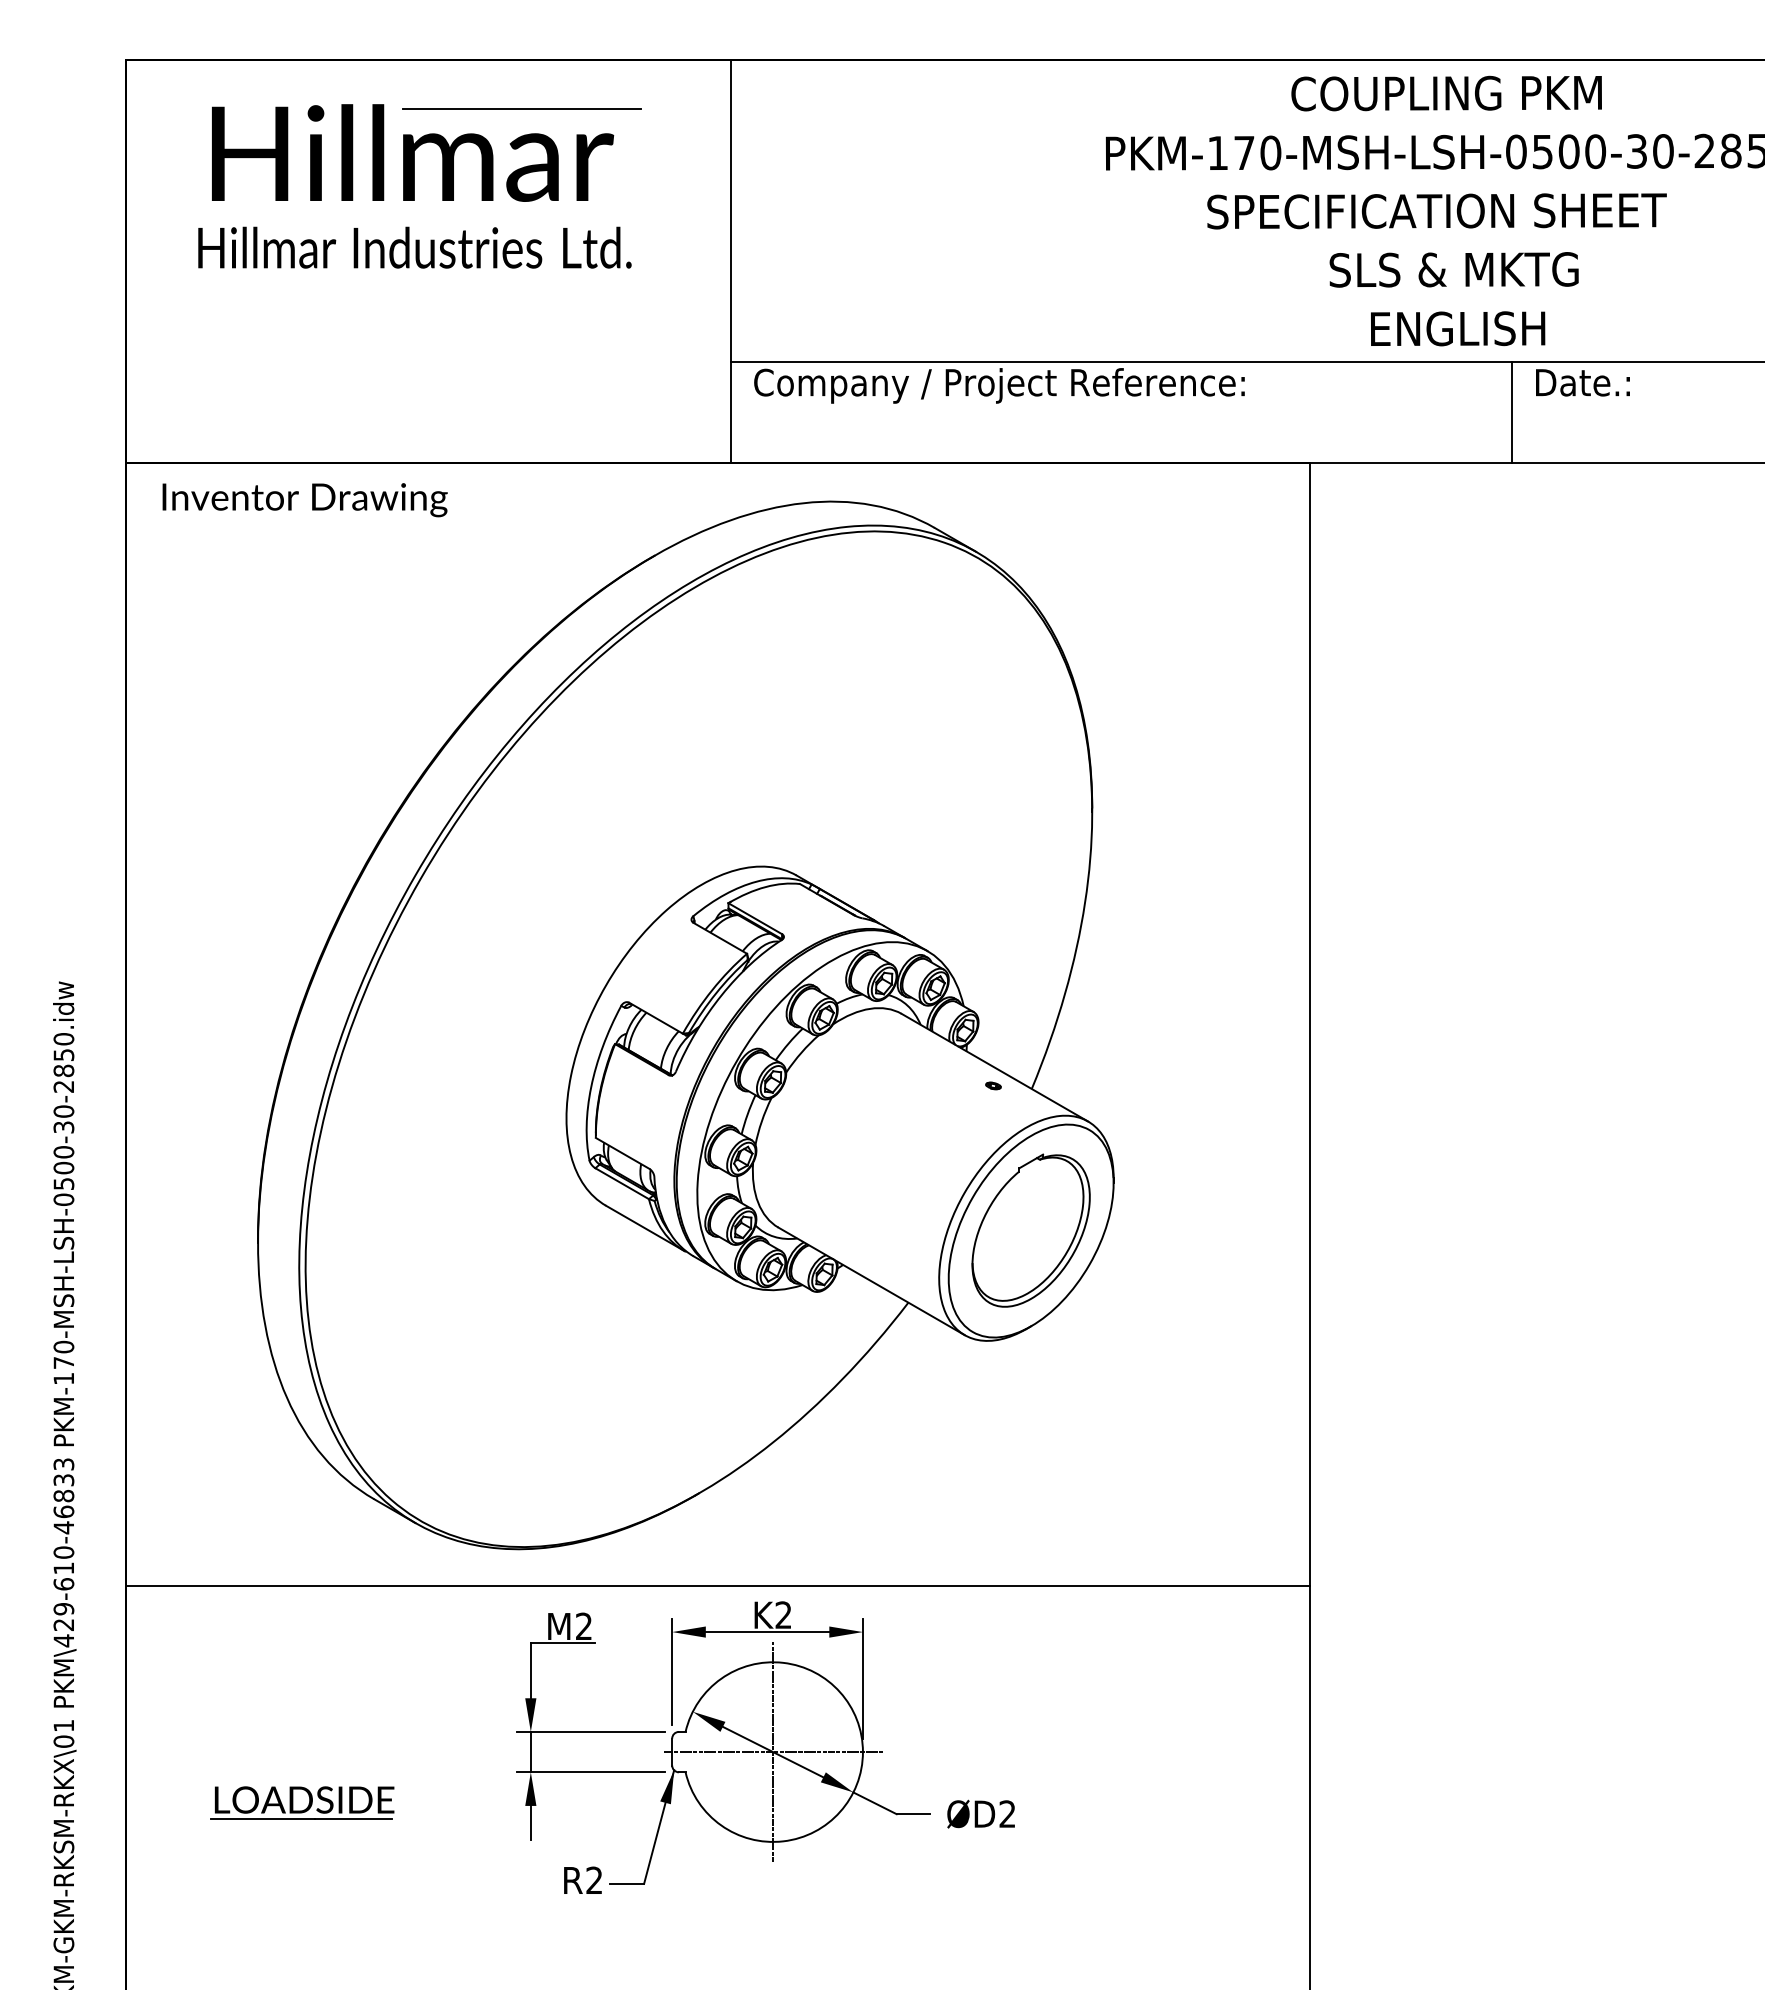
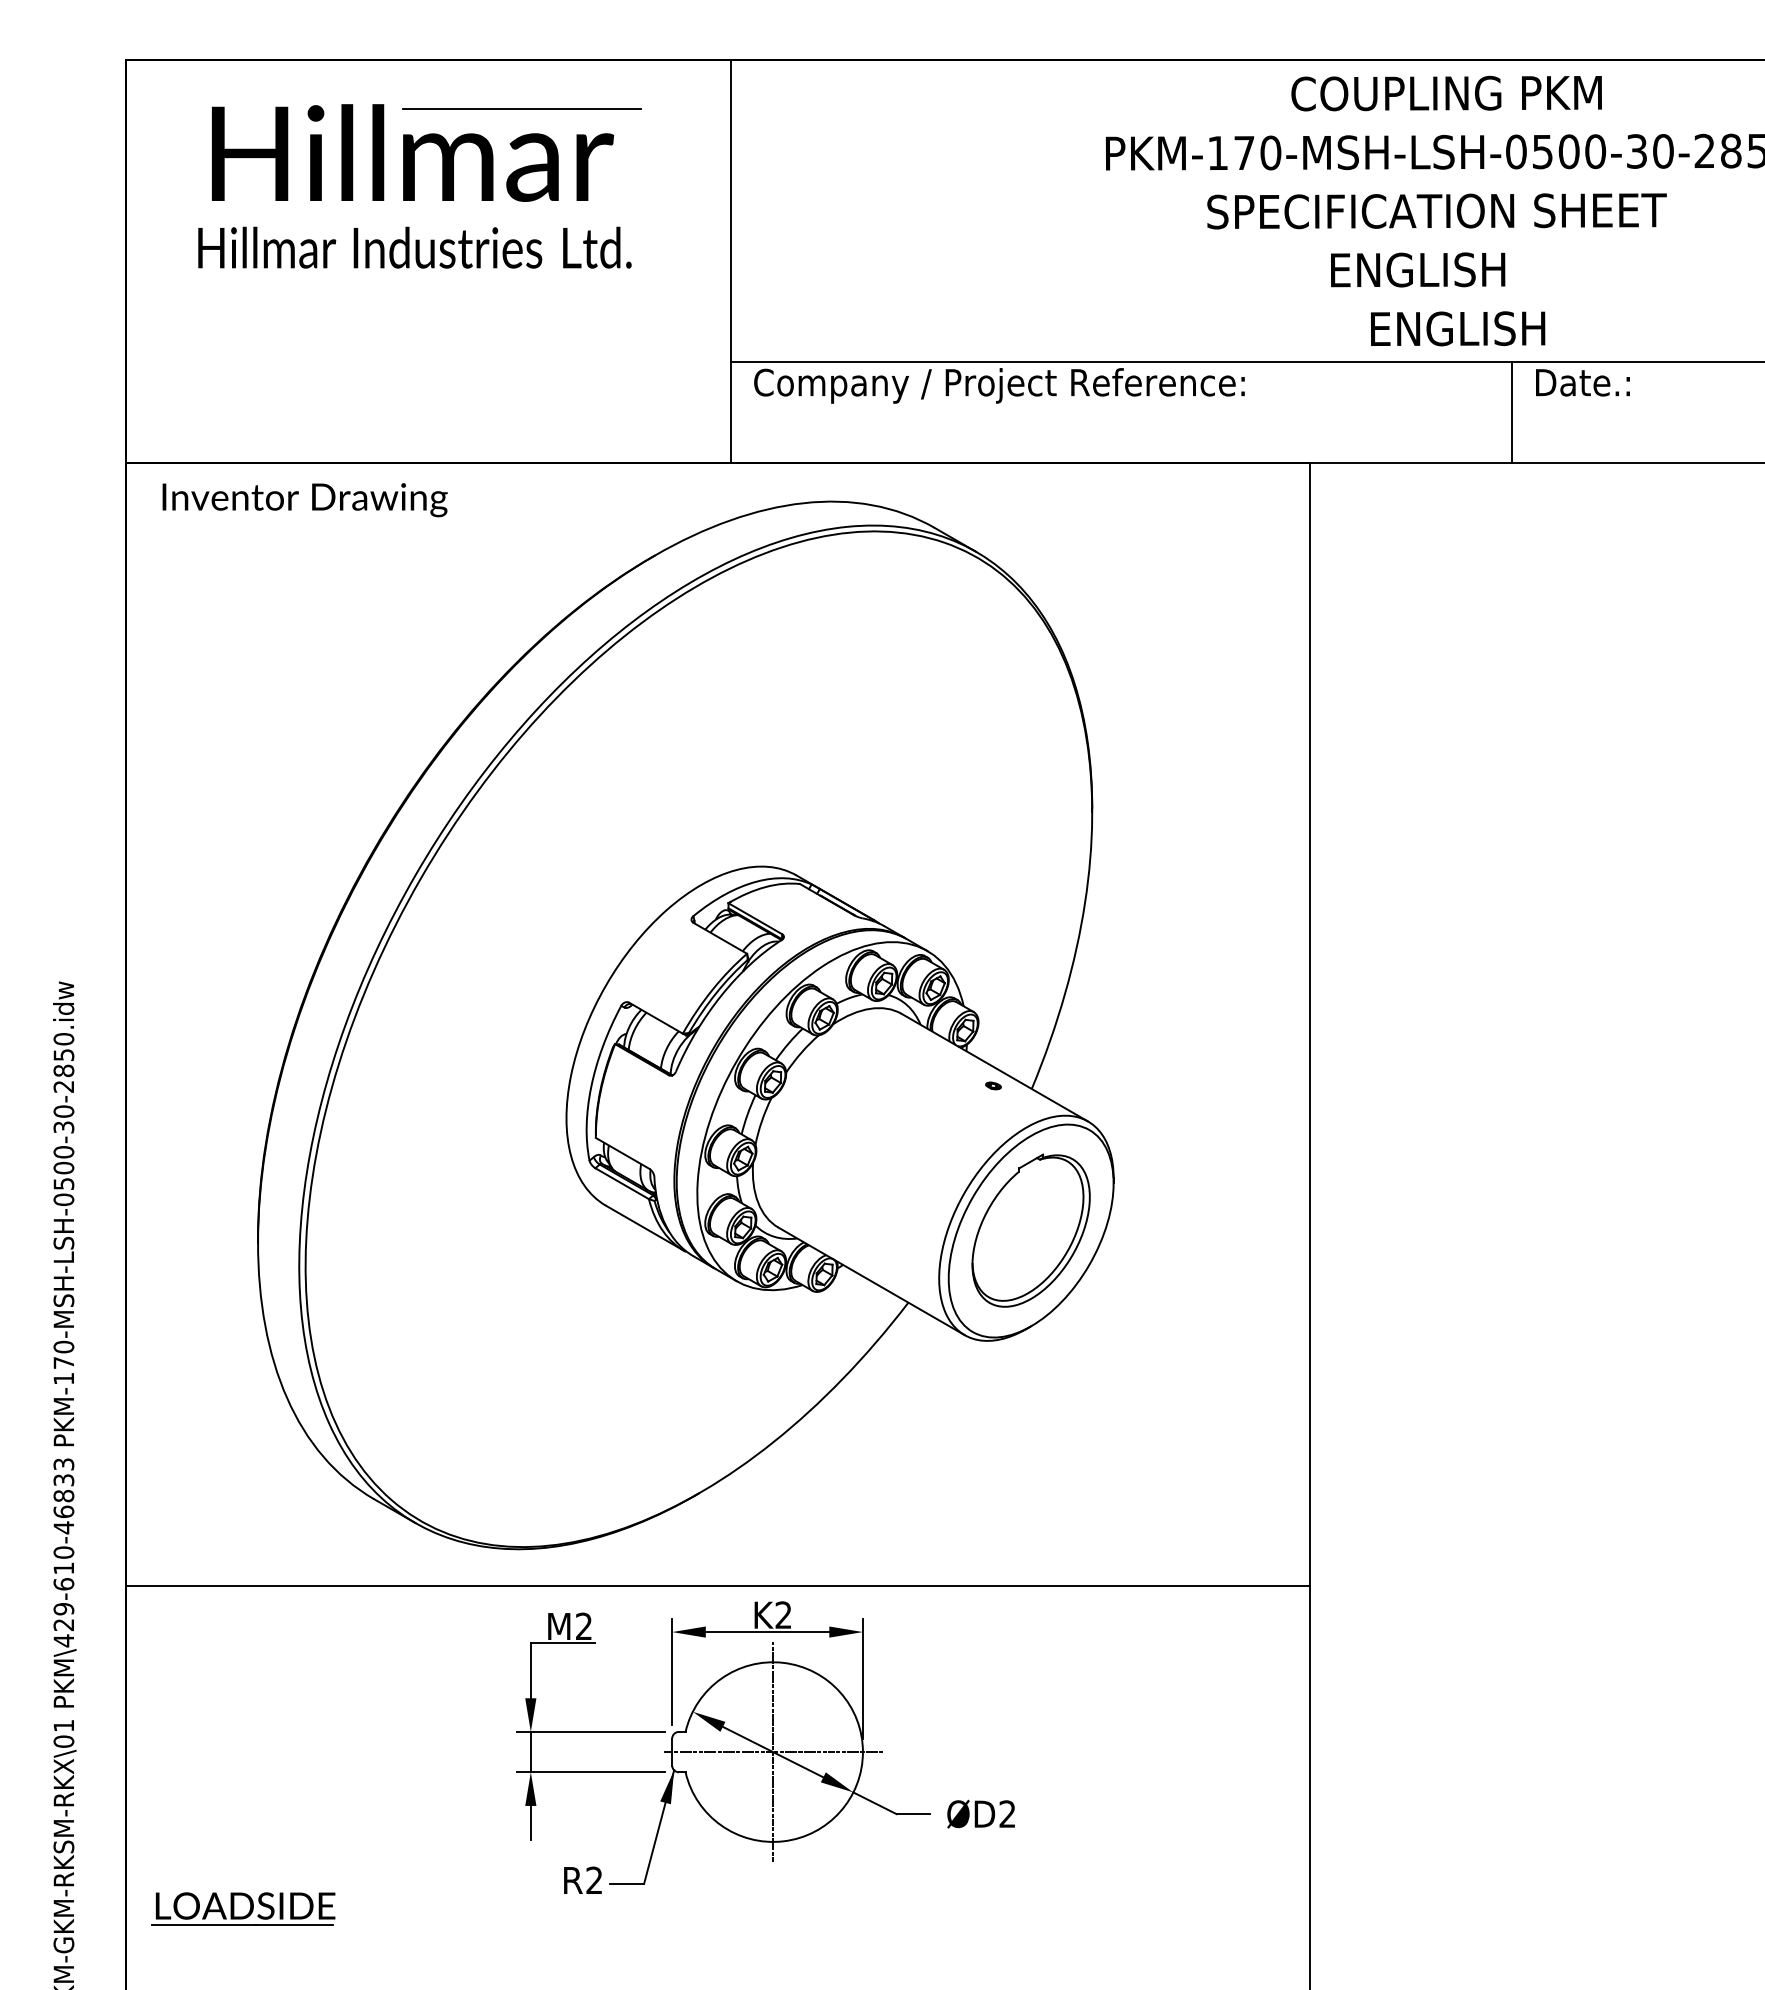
text at (1453, 269): SLS & MKTG -> ENGLISH
part at (302, 1802) position: (302, 1802) -> (243, 1908)
